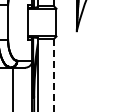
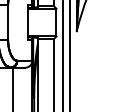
line at (63, 55): none -> present
line at (70, 55): none -> present
line at (53, 75): dashed -> solid
